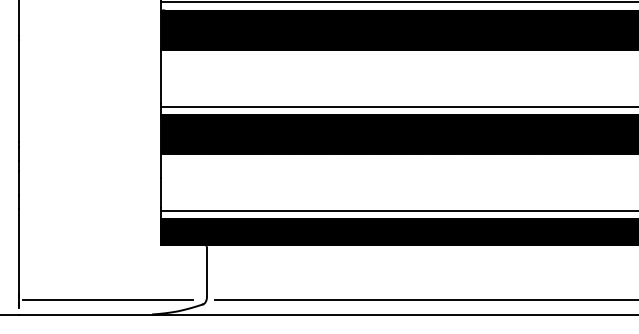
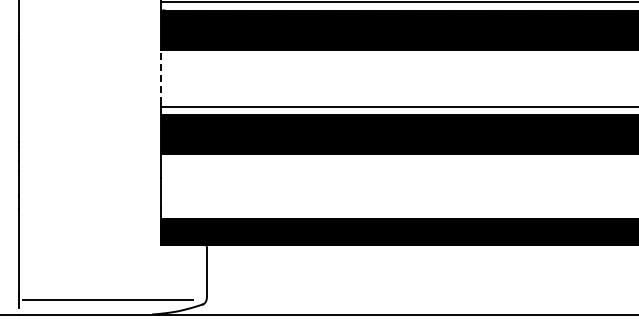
line at (161, 76): solid -> dashed
line at (398, 211): present -> none
line at (424, 300): present -> none
